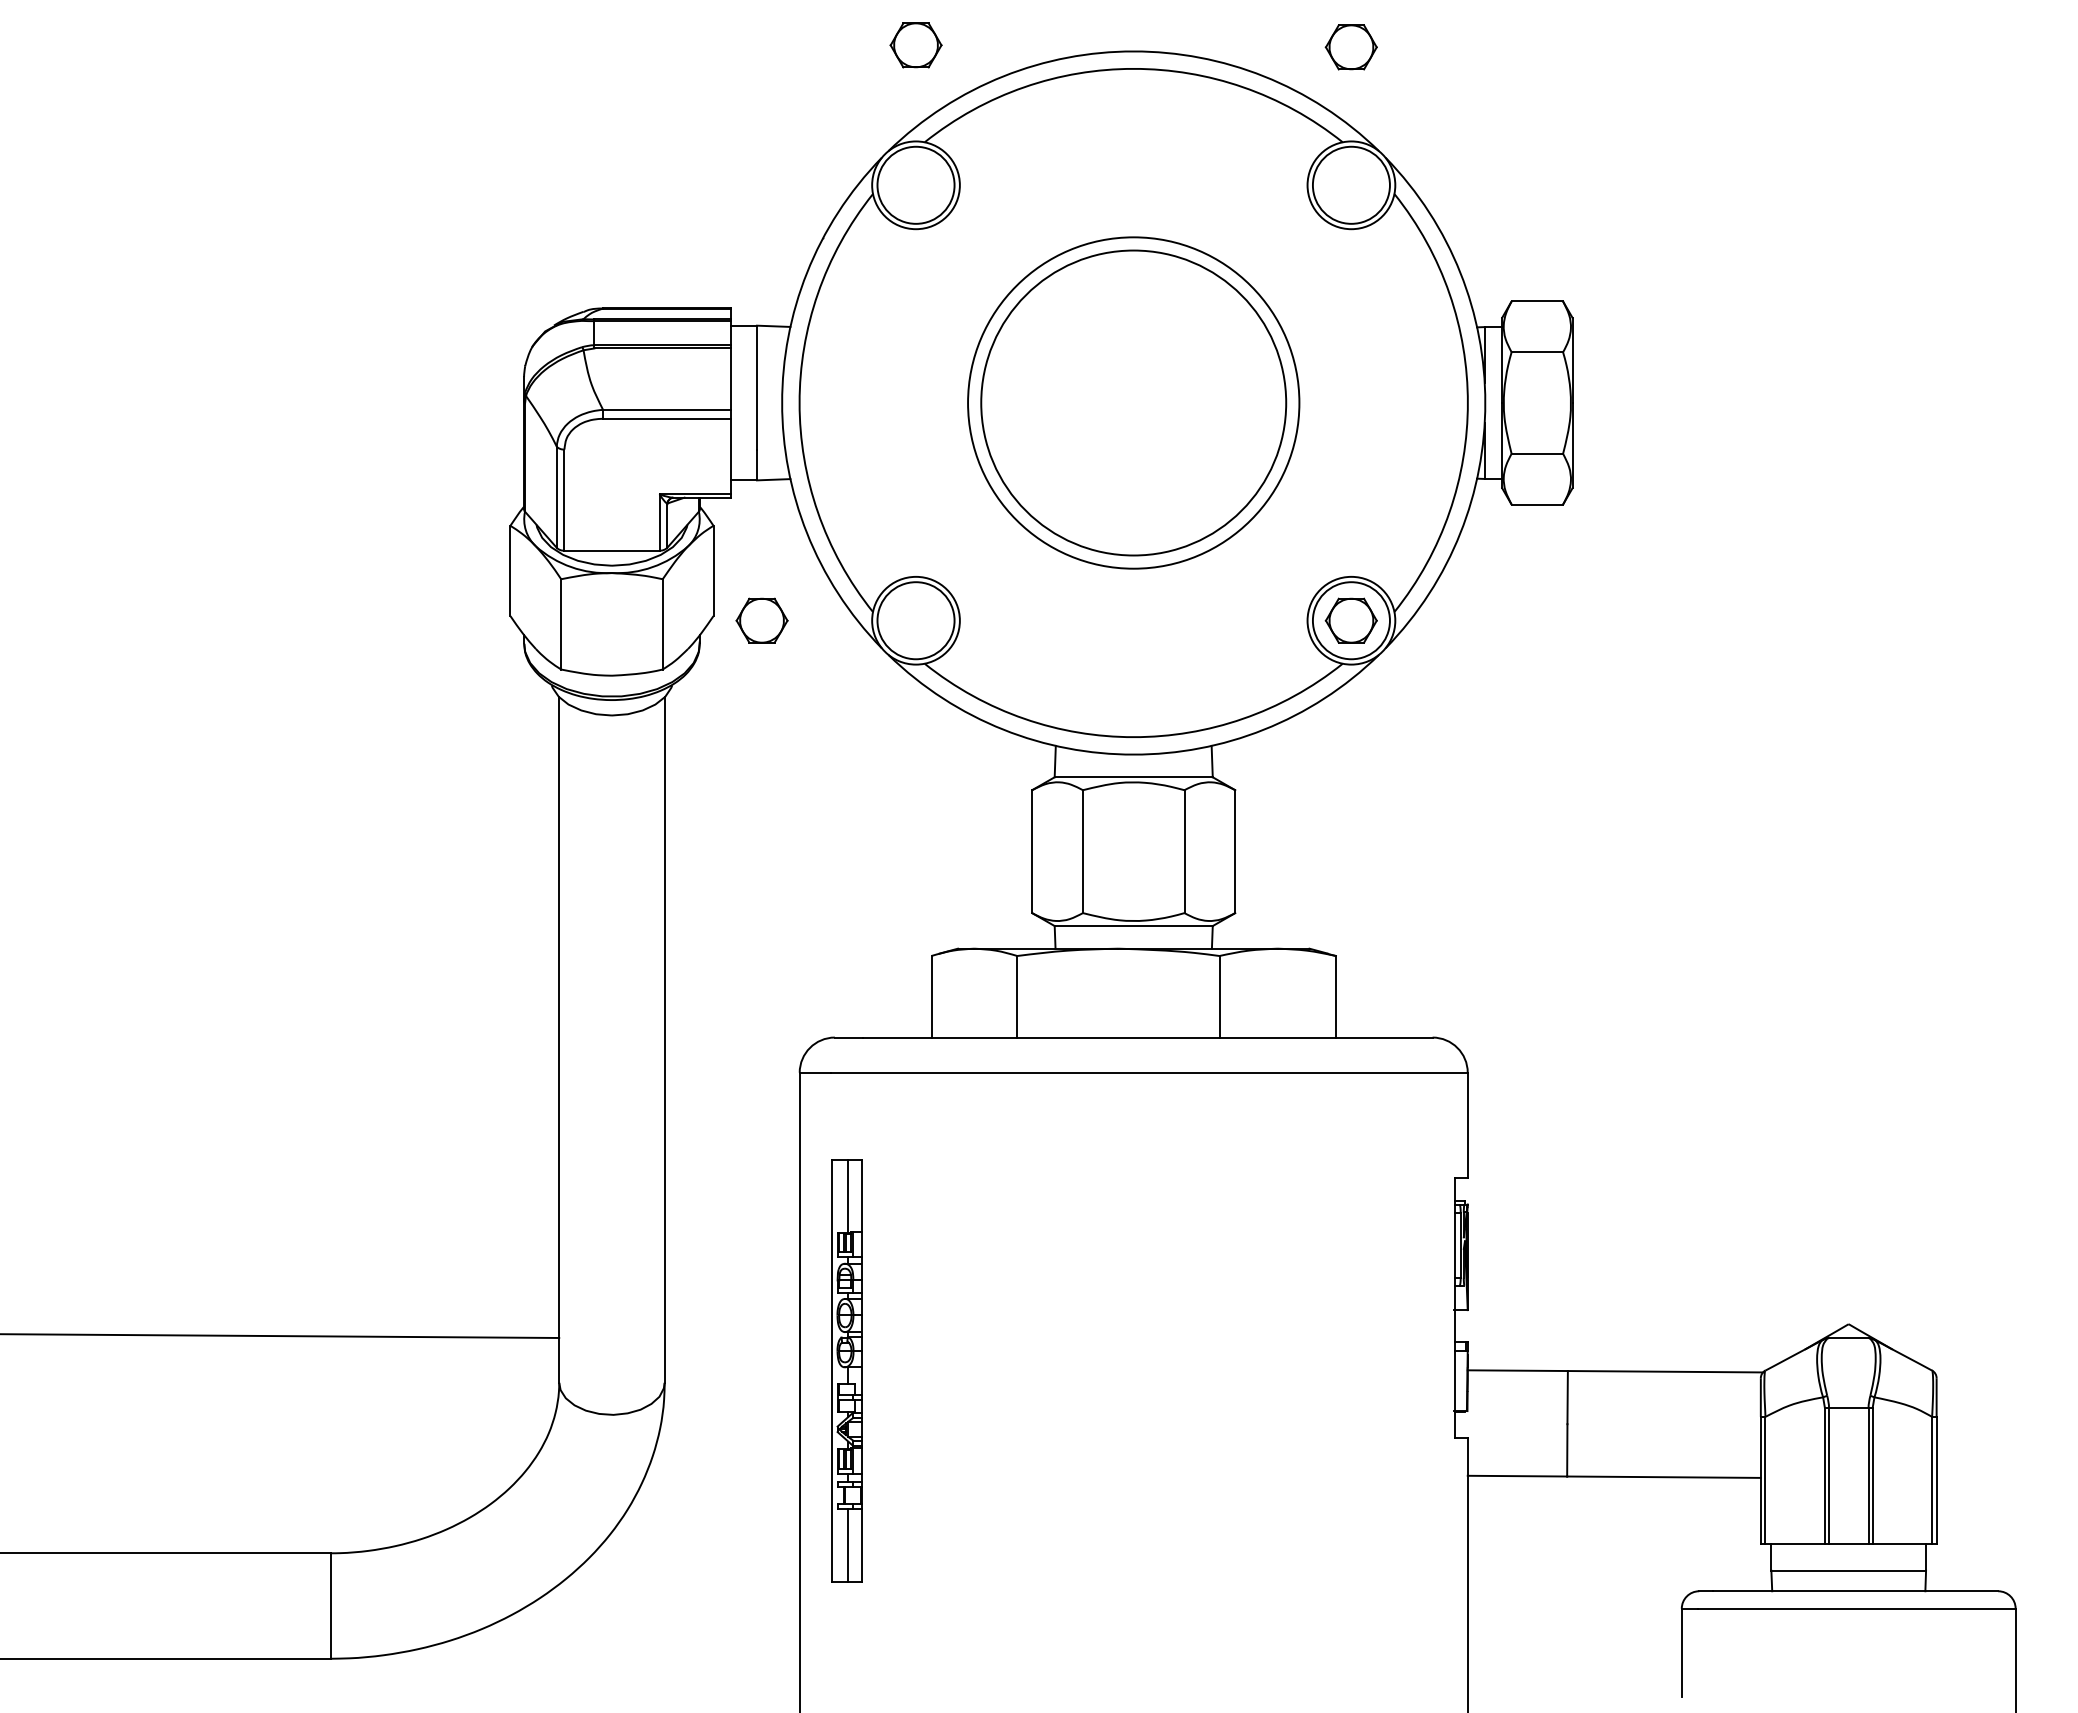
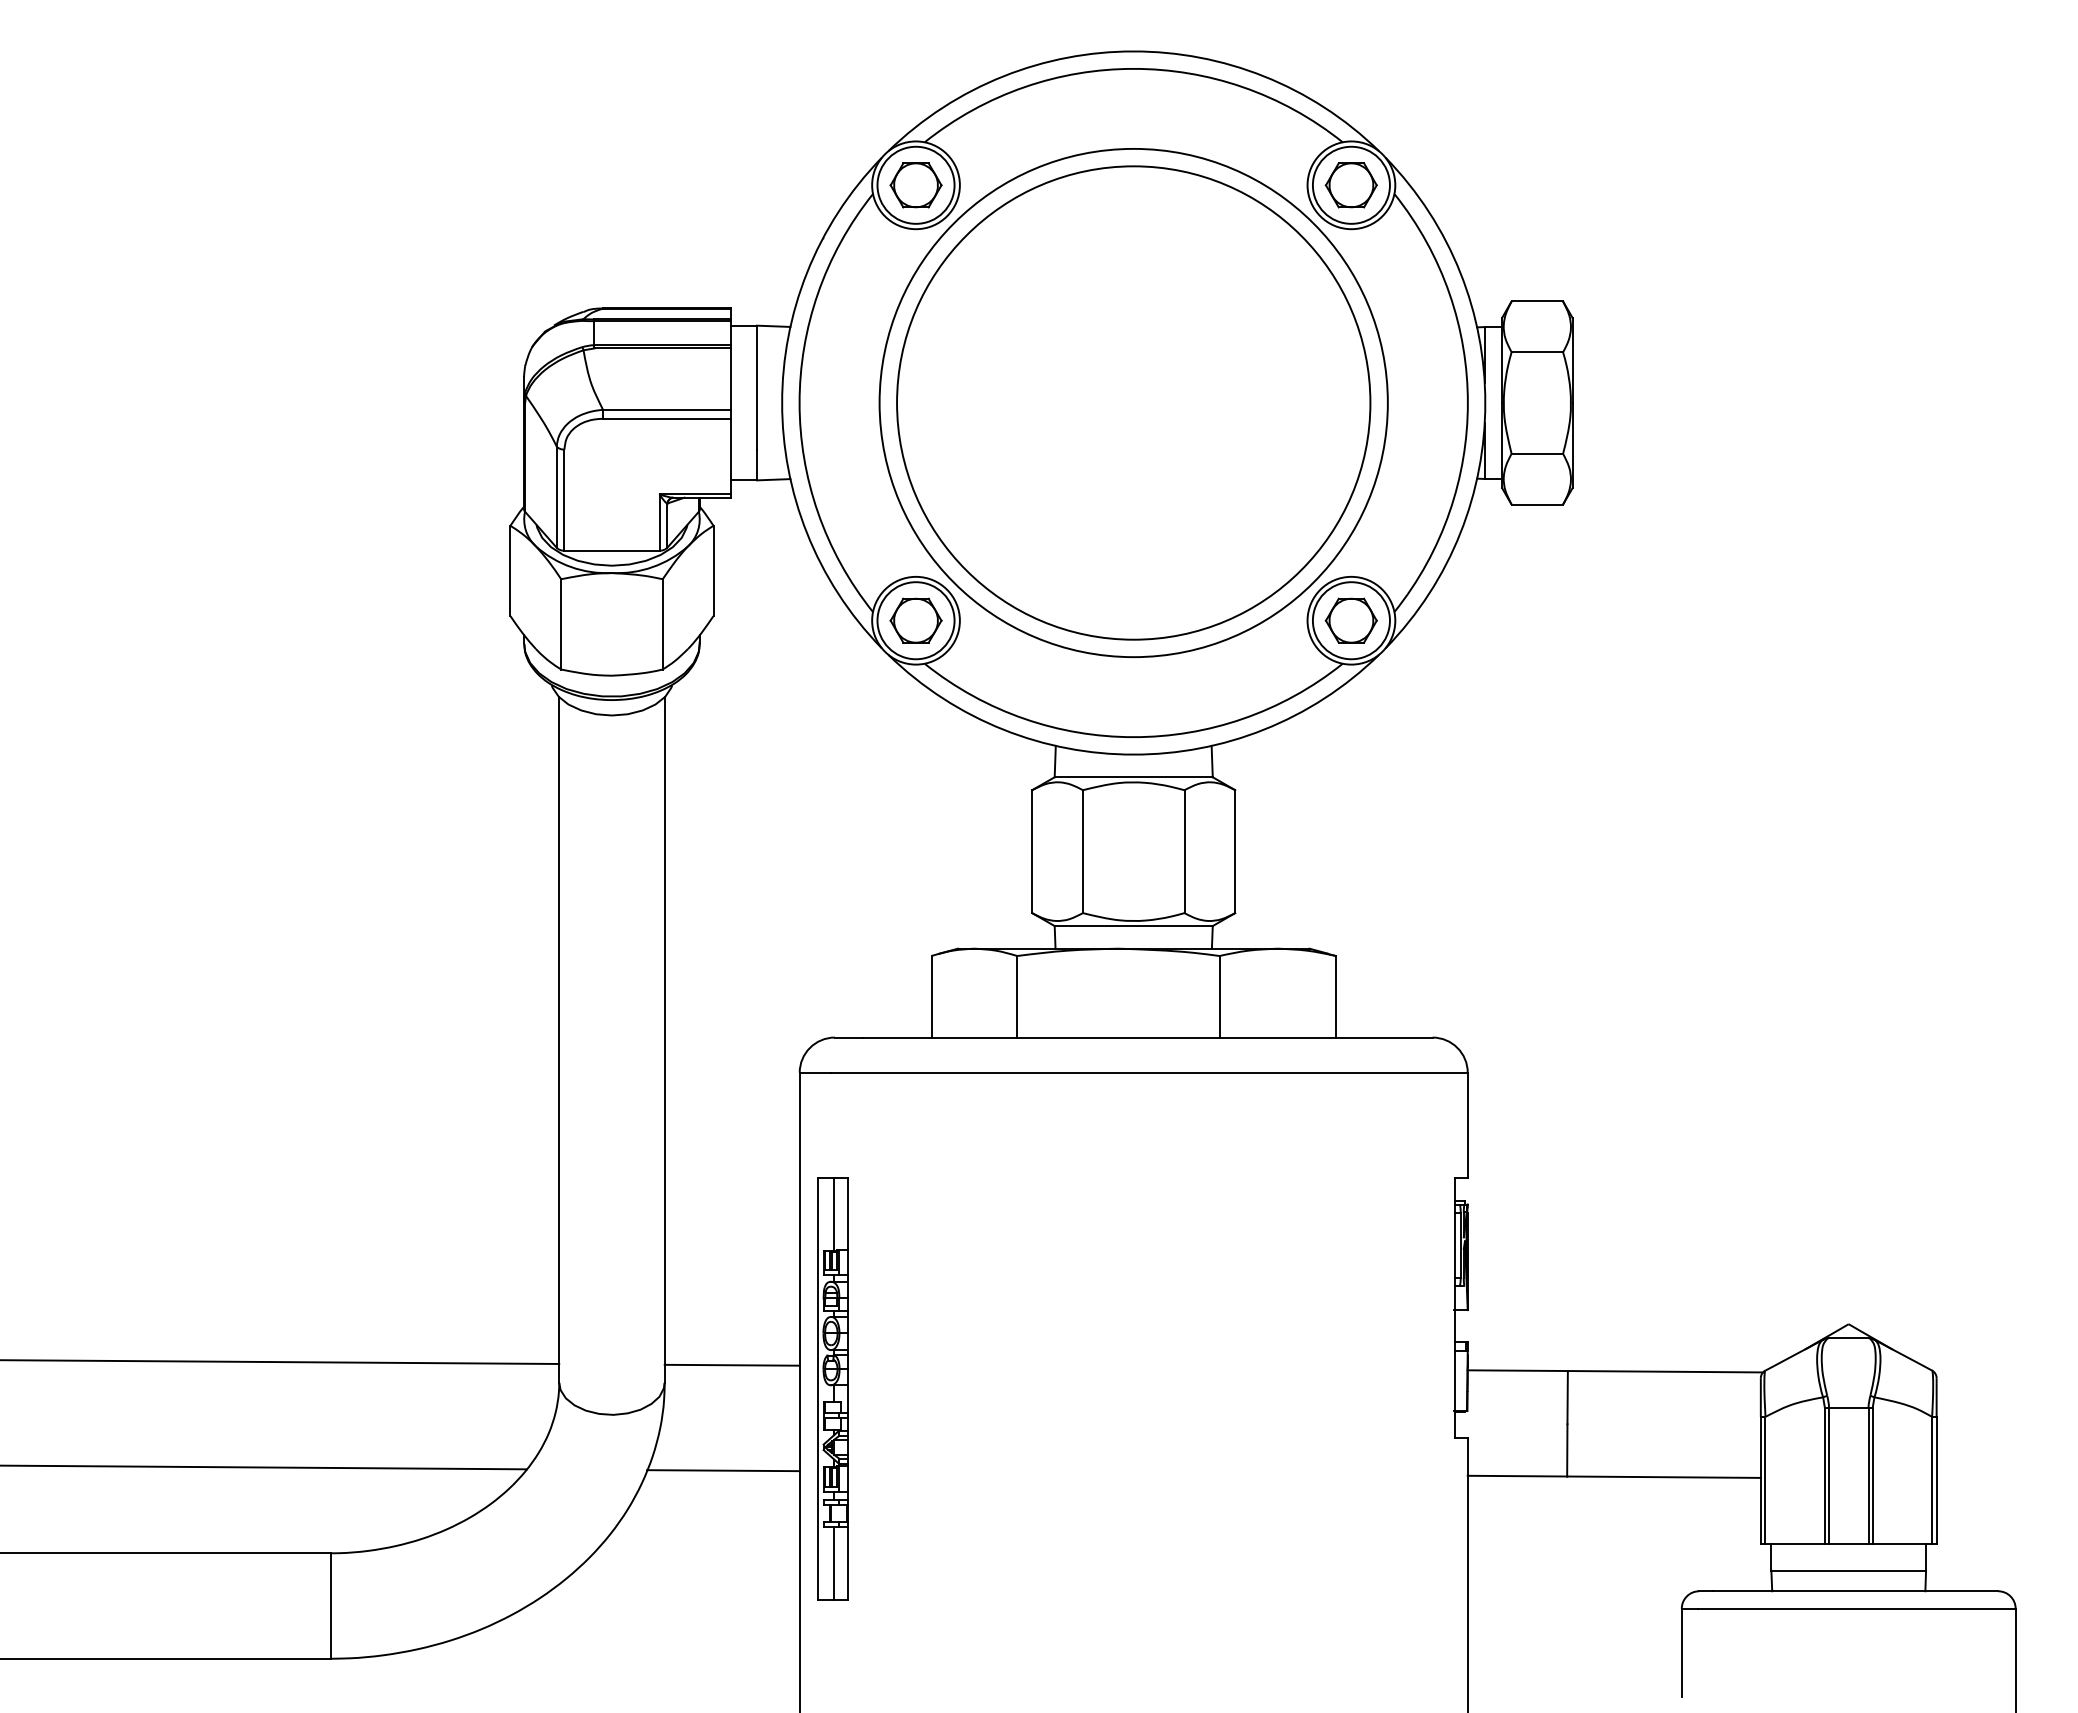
part at (915, 45) position: (915, 45) -> (915, 185)
part at (1350, 47) position: (1350, 47) -> (1350, 185)
circle at (1133, 402) diameter: 305 px -> 508 px
circle at (1133, 402) diameter: 331 px -> 473 px
part at (761, 620) position: (761, 620) -> (915, 620)
line at (280, 1335) position: (280, 1335) -> (280, 1361)
line at (731, 1364): none -> present
part at (846, 1370) position: (846, 1370) -> (832, 1388)
line at (264, 1467): none -> present
line at (723, 1470): none -> present
